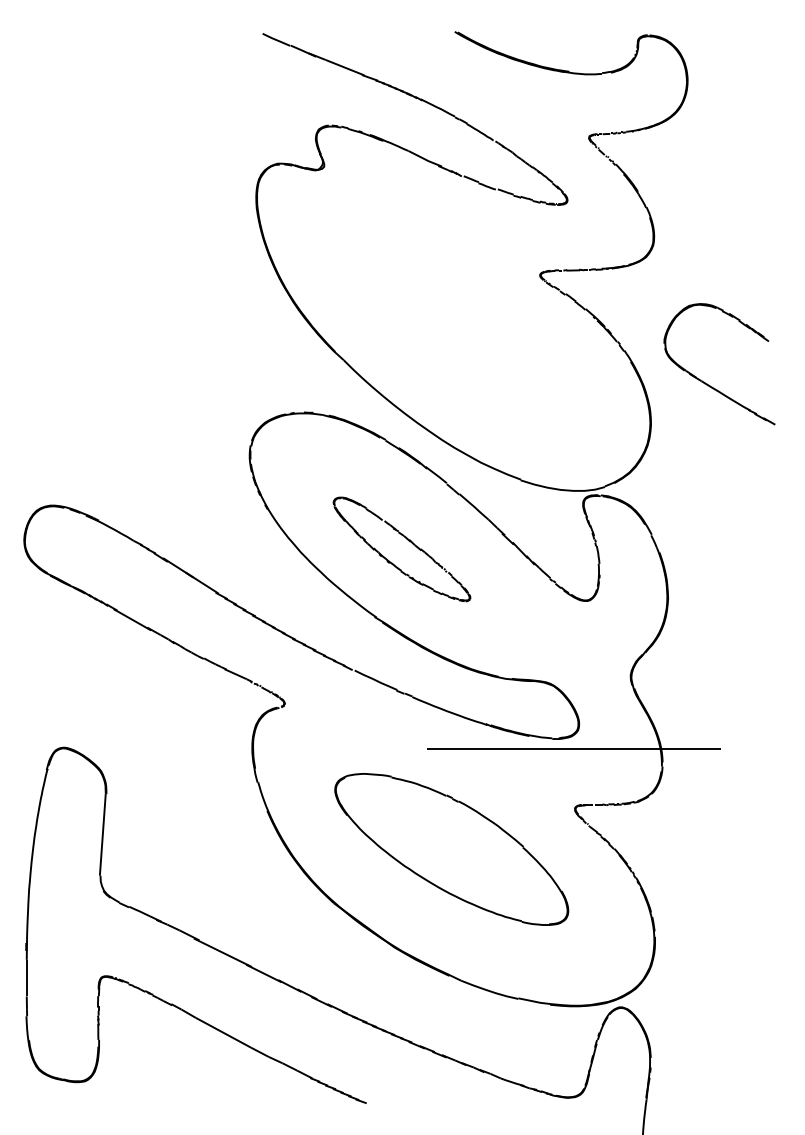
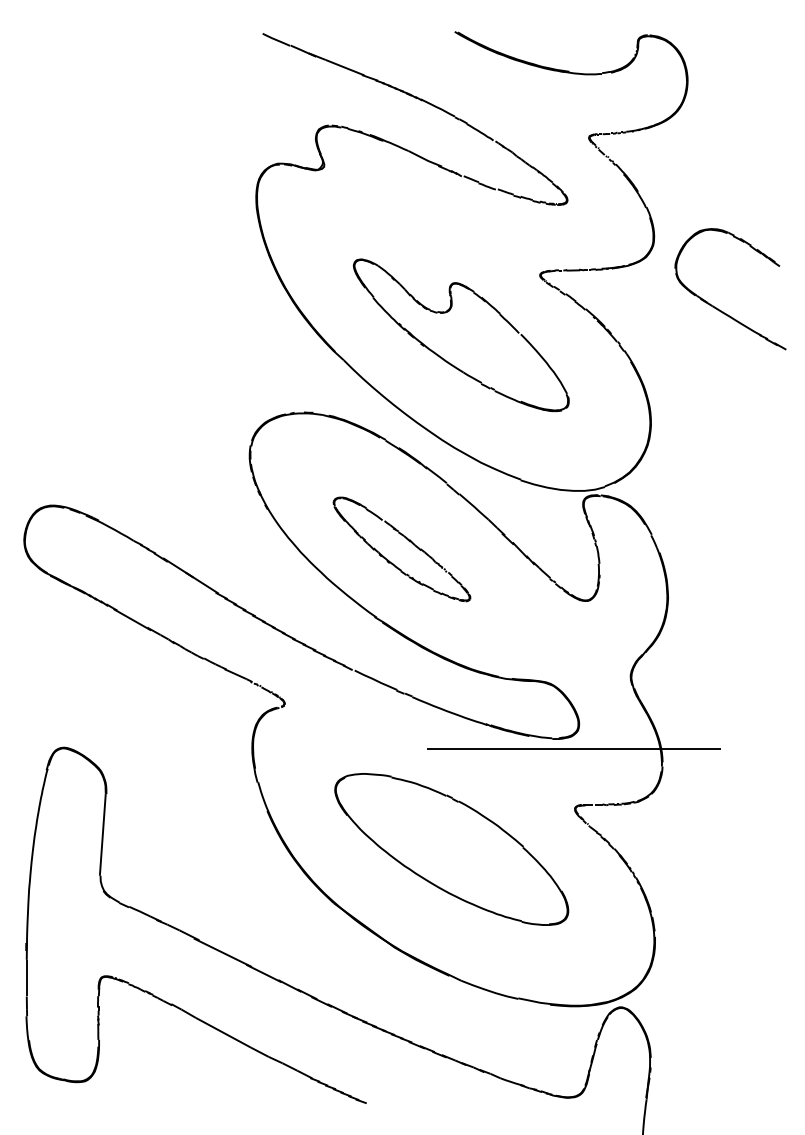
part at (460, 334): none -> present
part at (707, 383) position: (707, 383) -> (718, 308)
